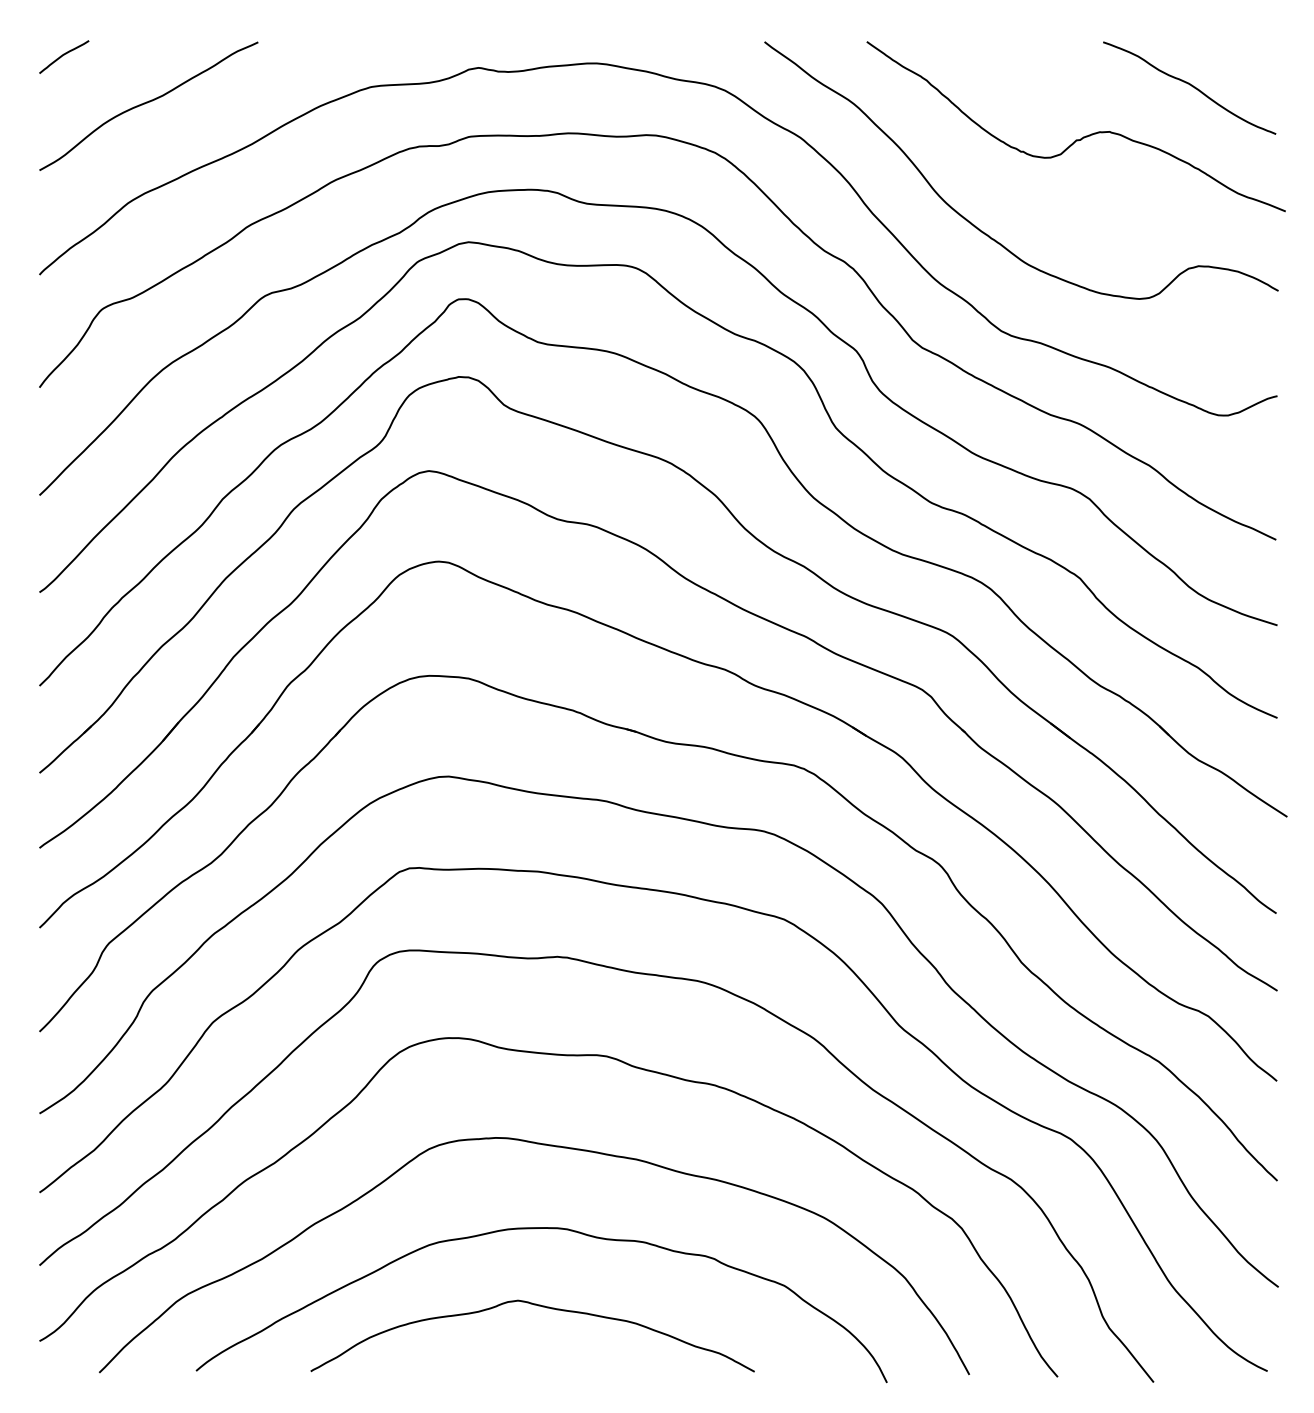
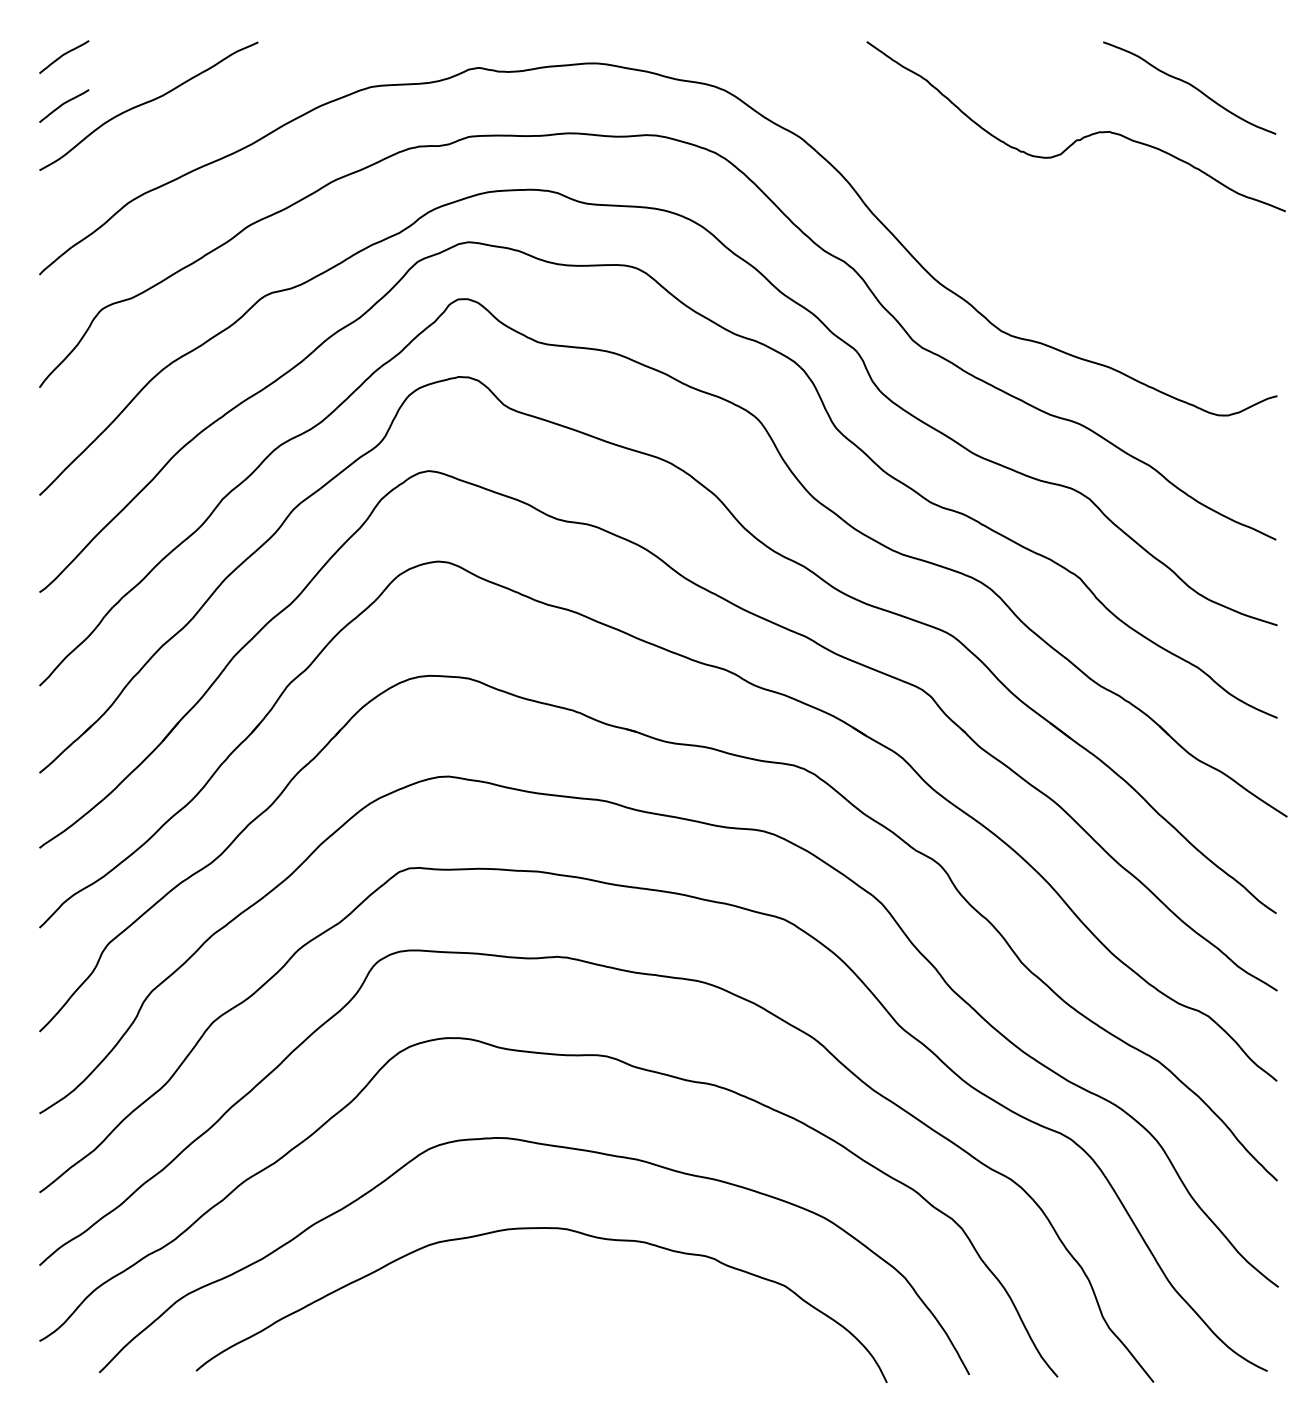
curve at (64, 104): none -> present
curve at (978, 227): present -> none
curve at (538, 1306): present -> none
